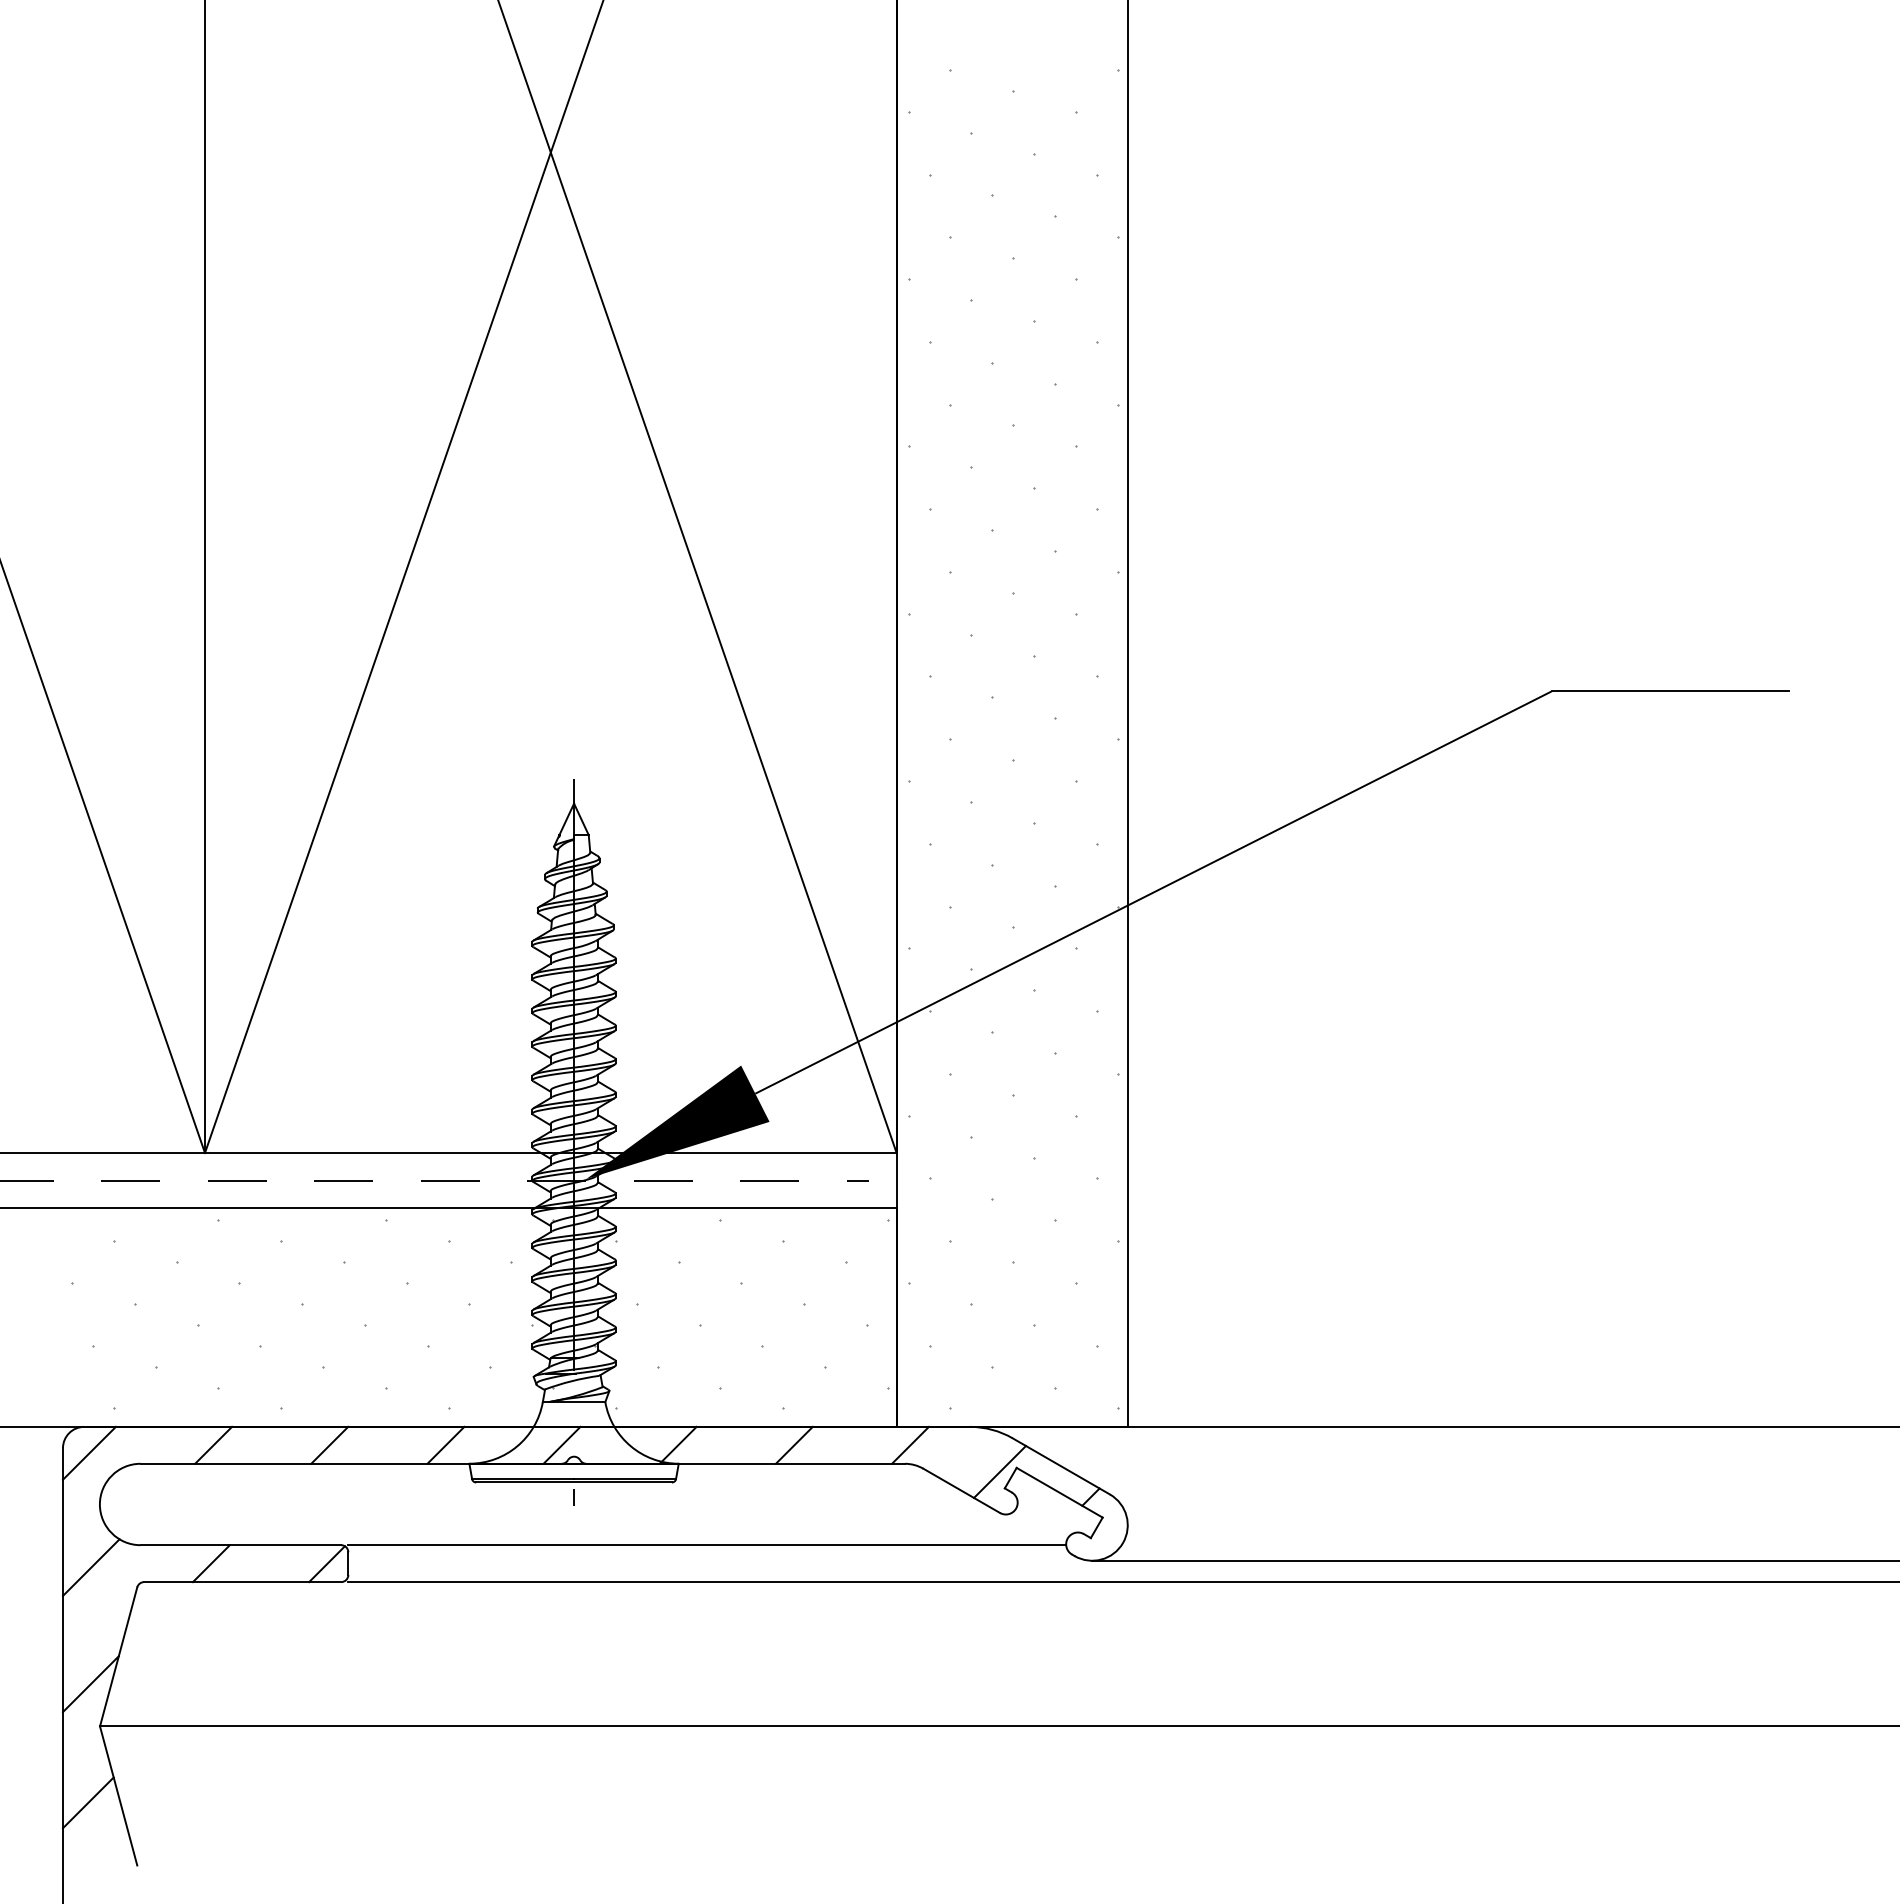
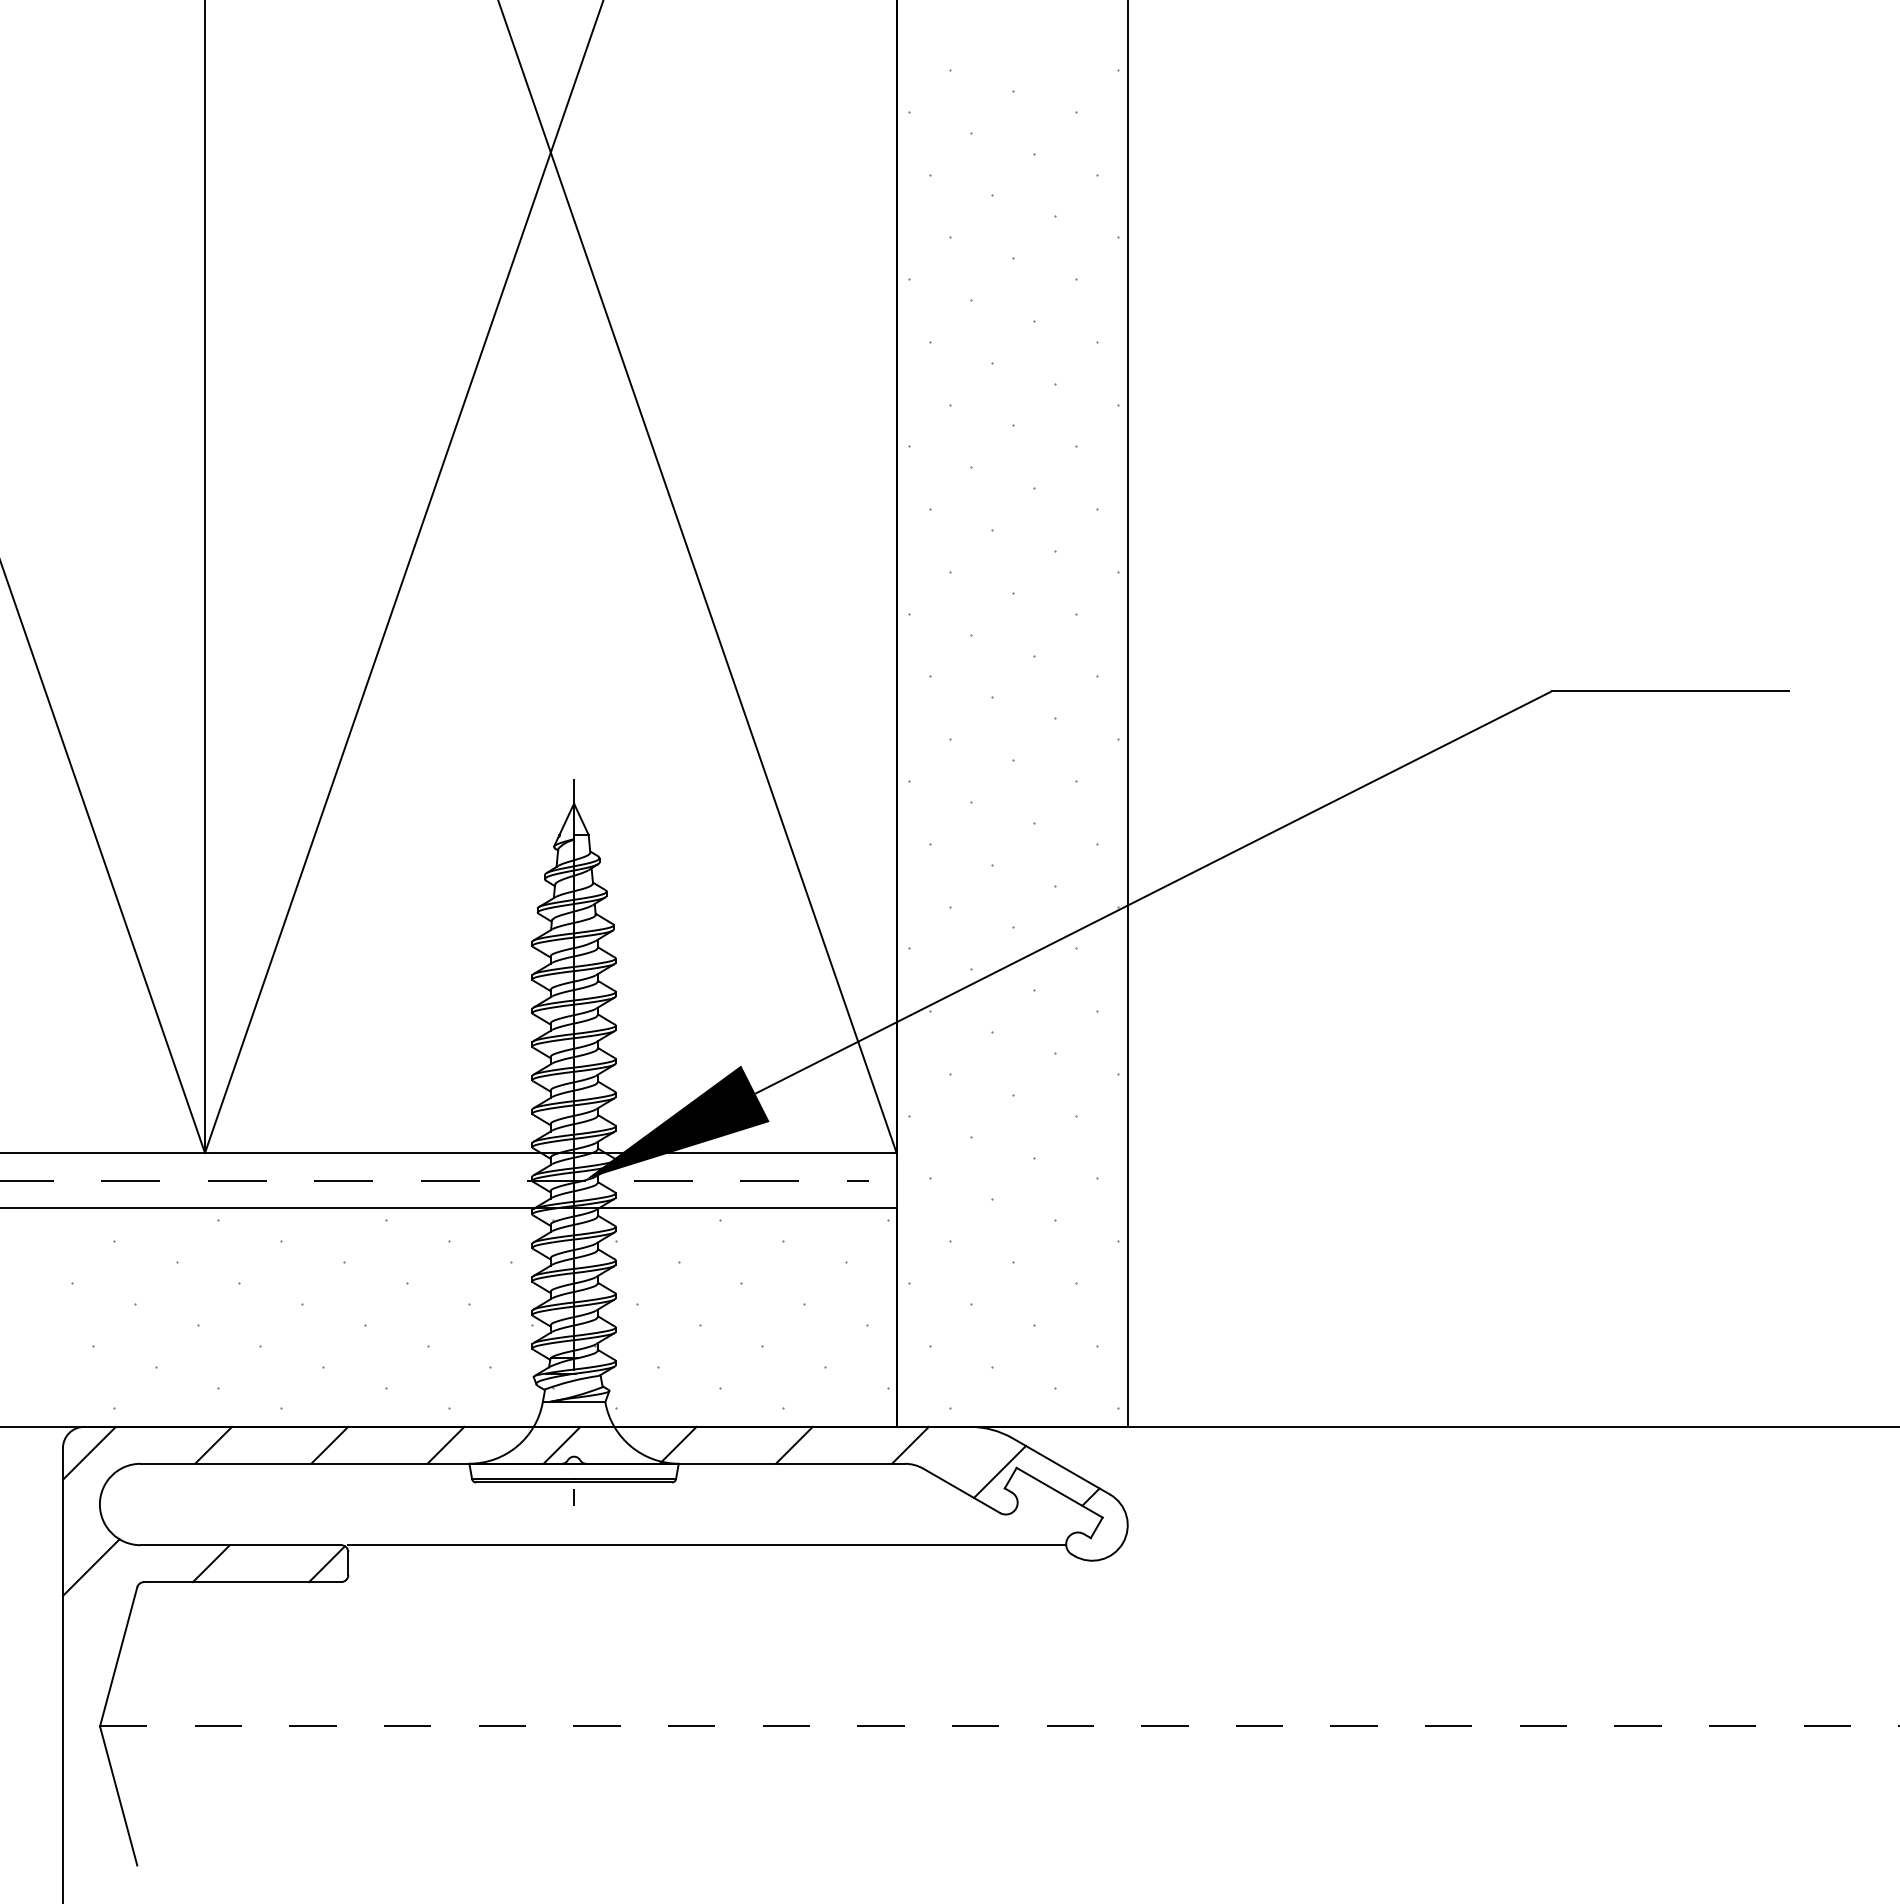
line at (1494, 1560): present -> none
line at (1122, 1582): present -> none
line at (90, 1684): present -> none
line at (1000, 1726): solid -> dashed
line at (87, 1802): present -> none
